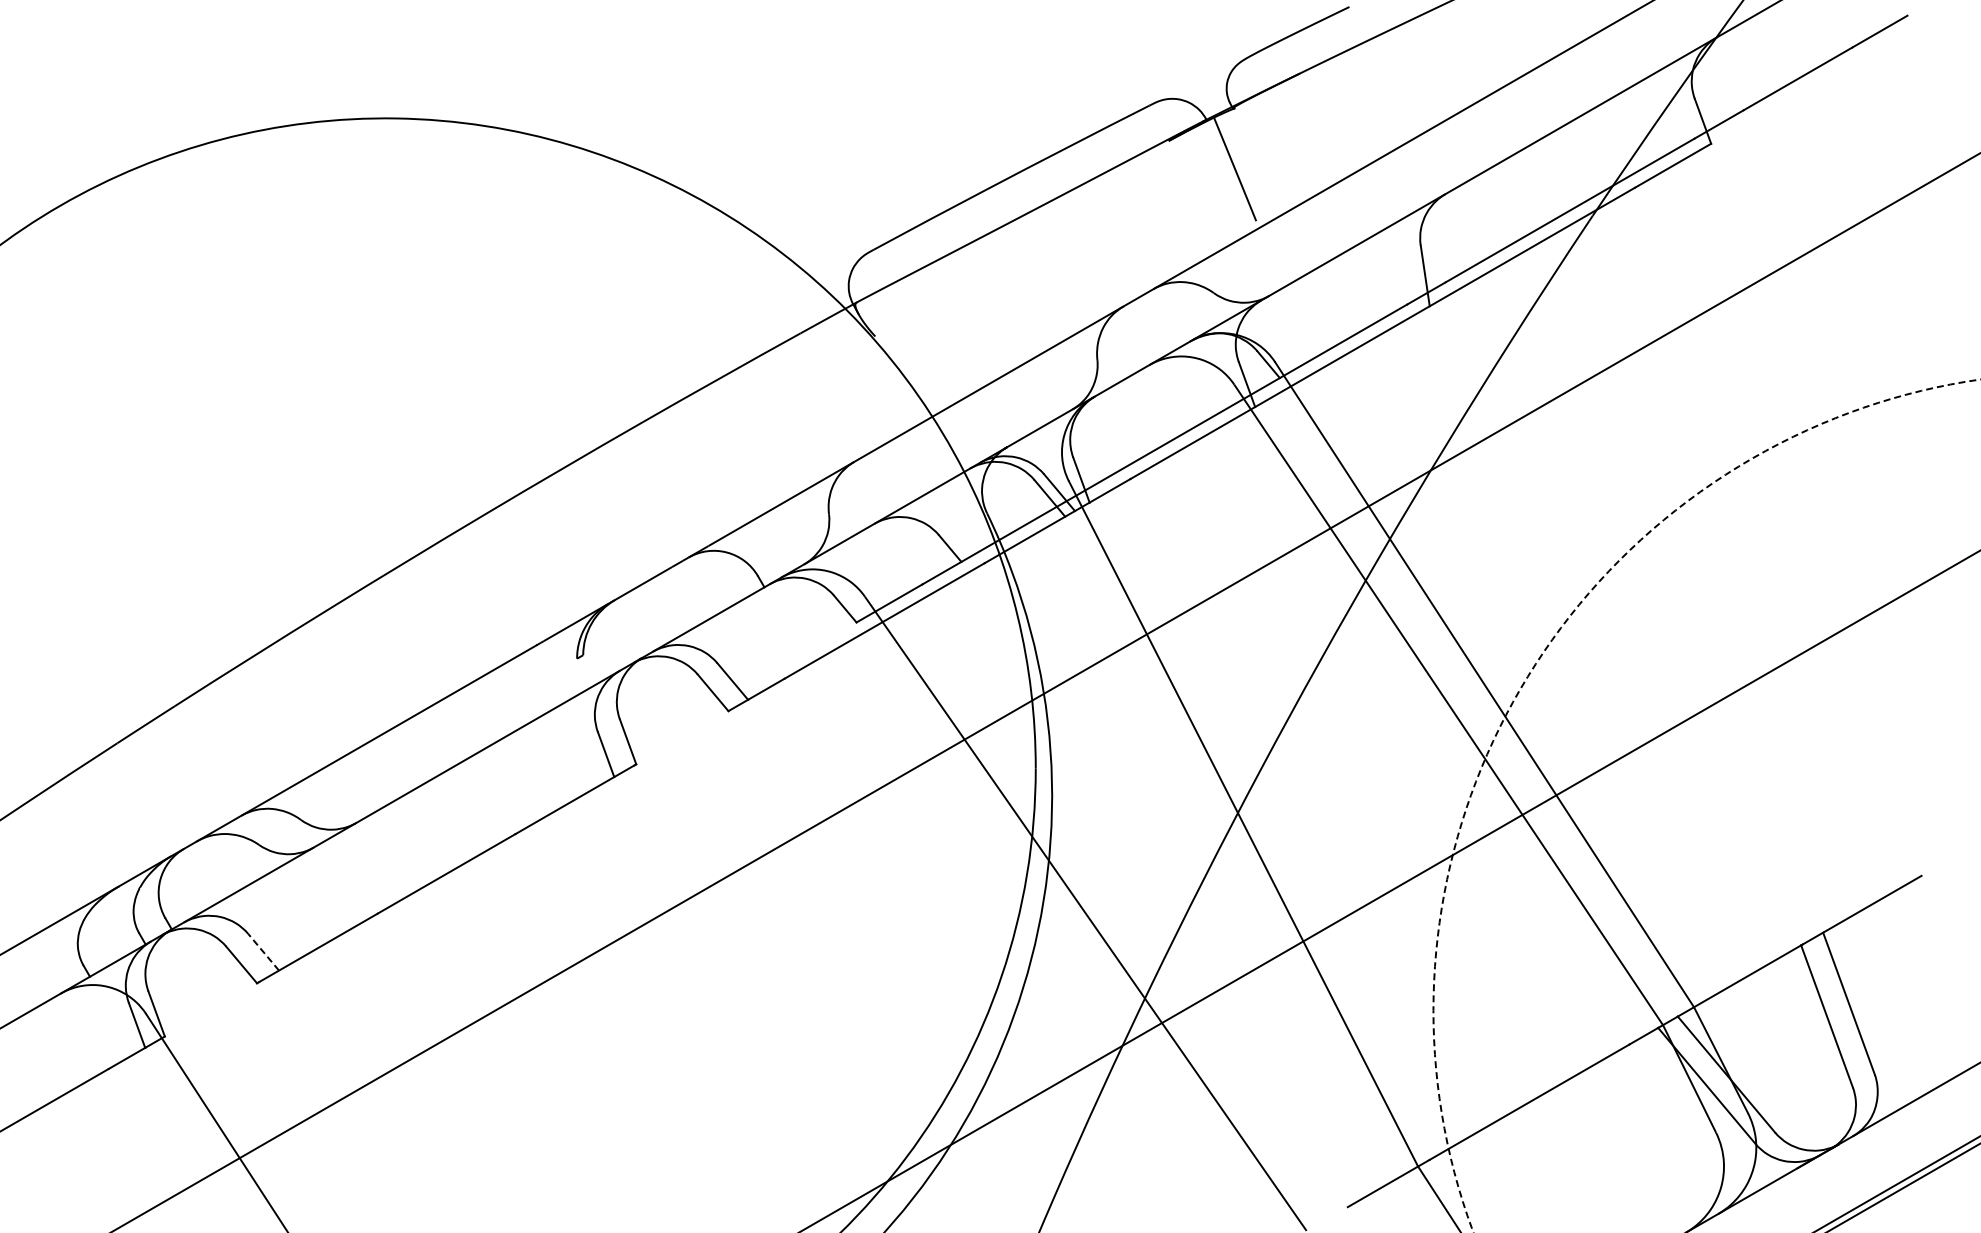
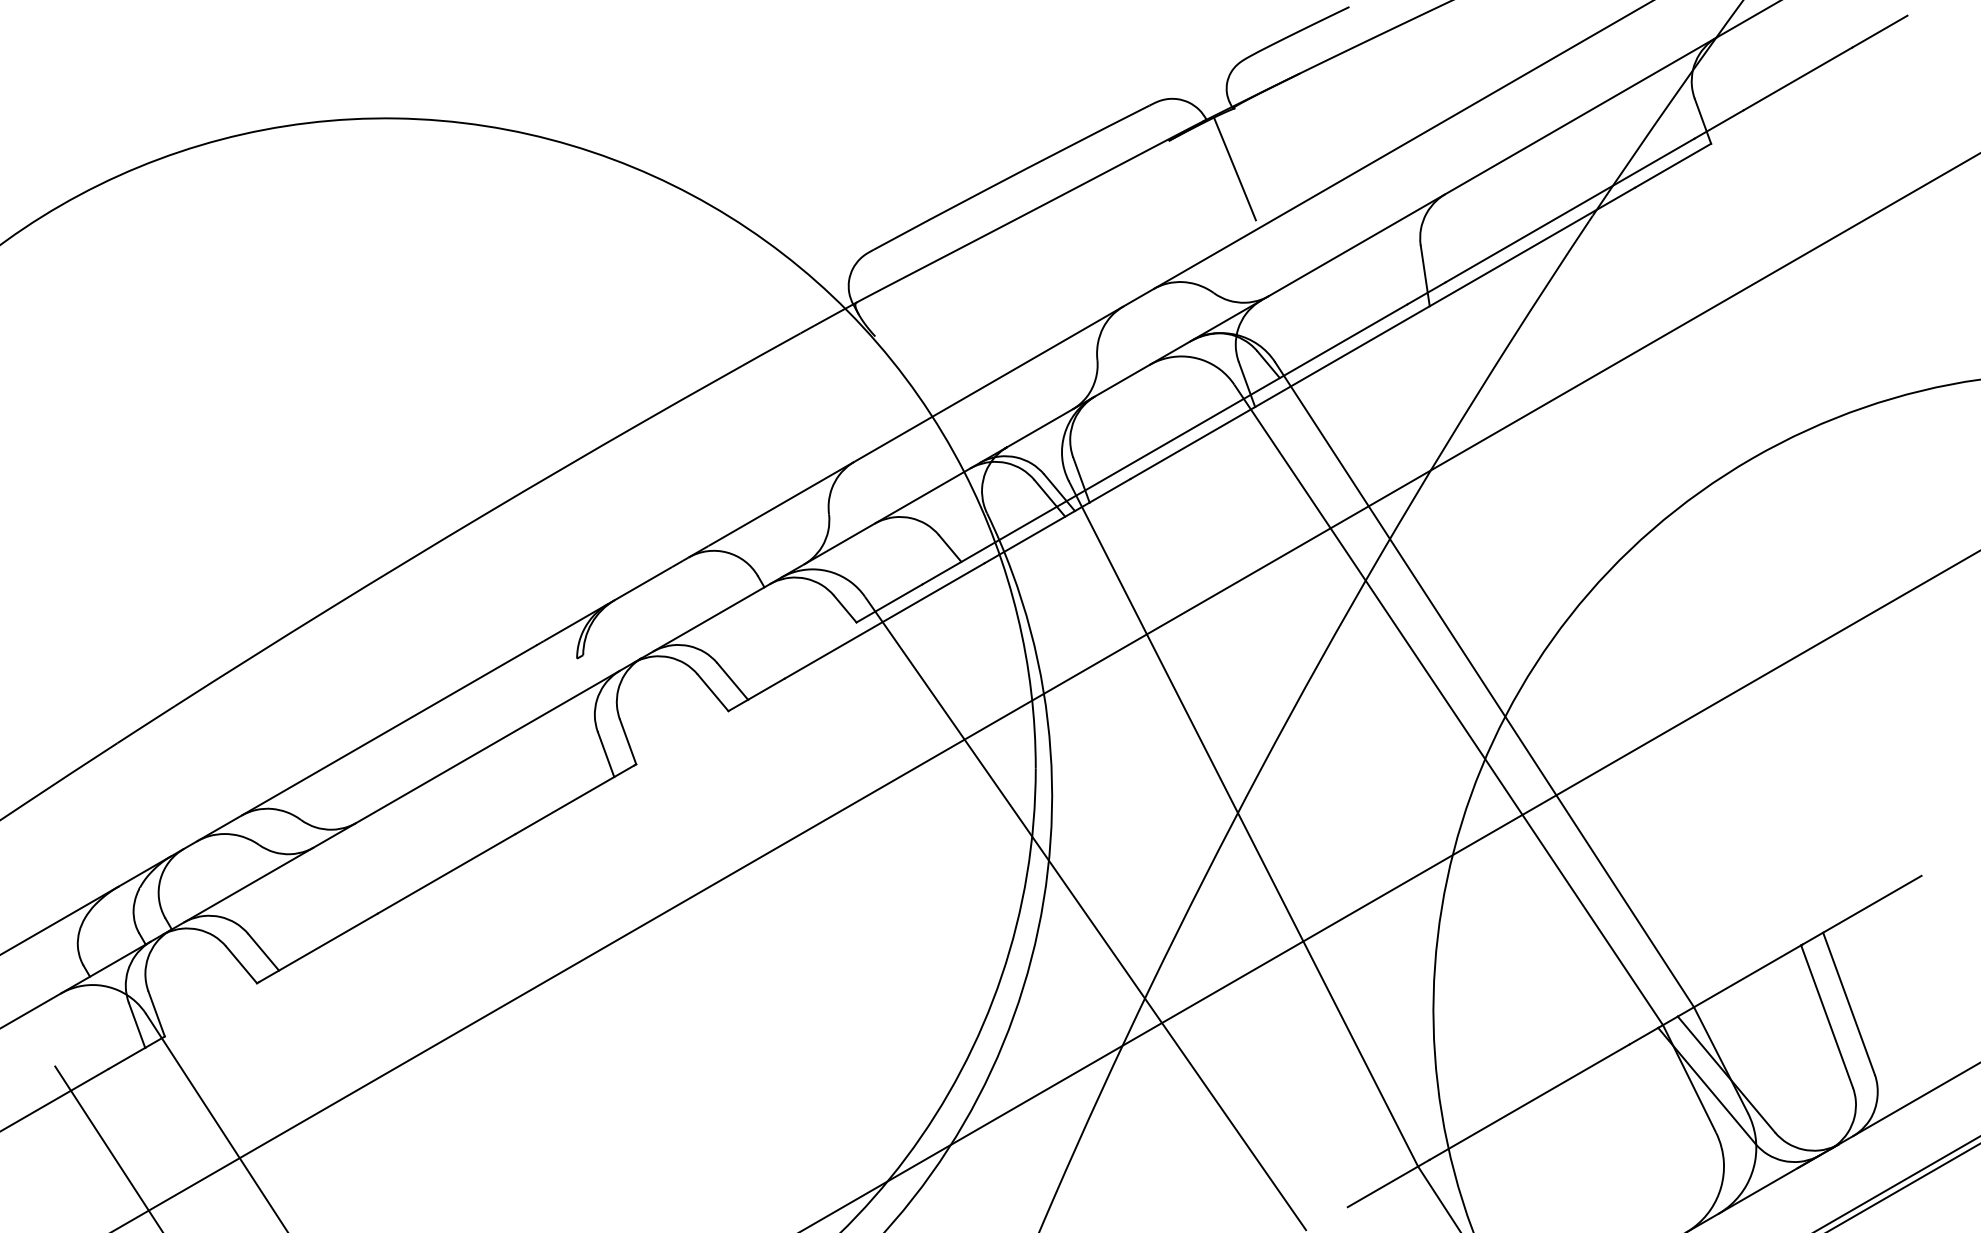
arc at (1523, 684): dashed -> solid
line at (263, 952): dashed -> solid
line at (107, 1147): none -> present
